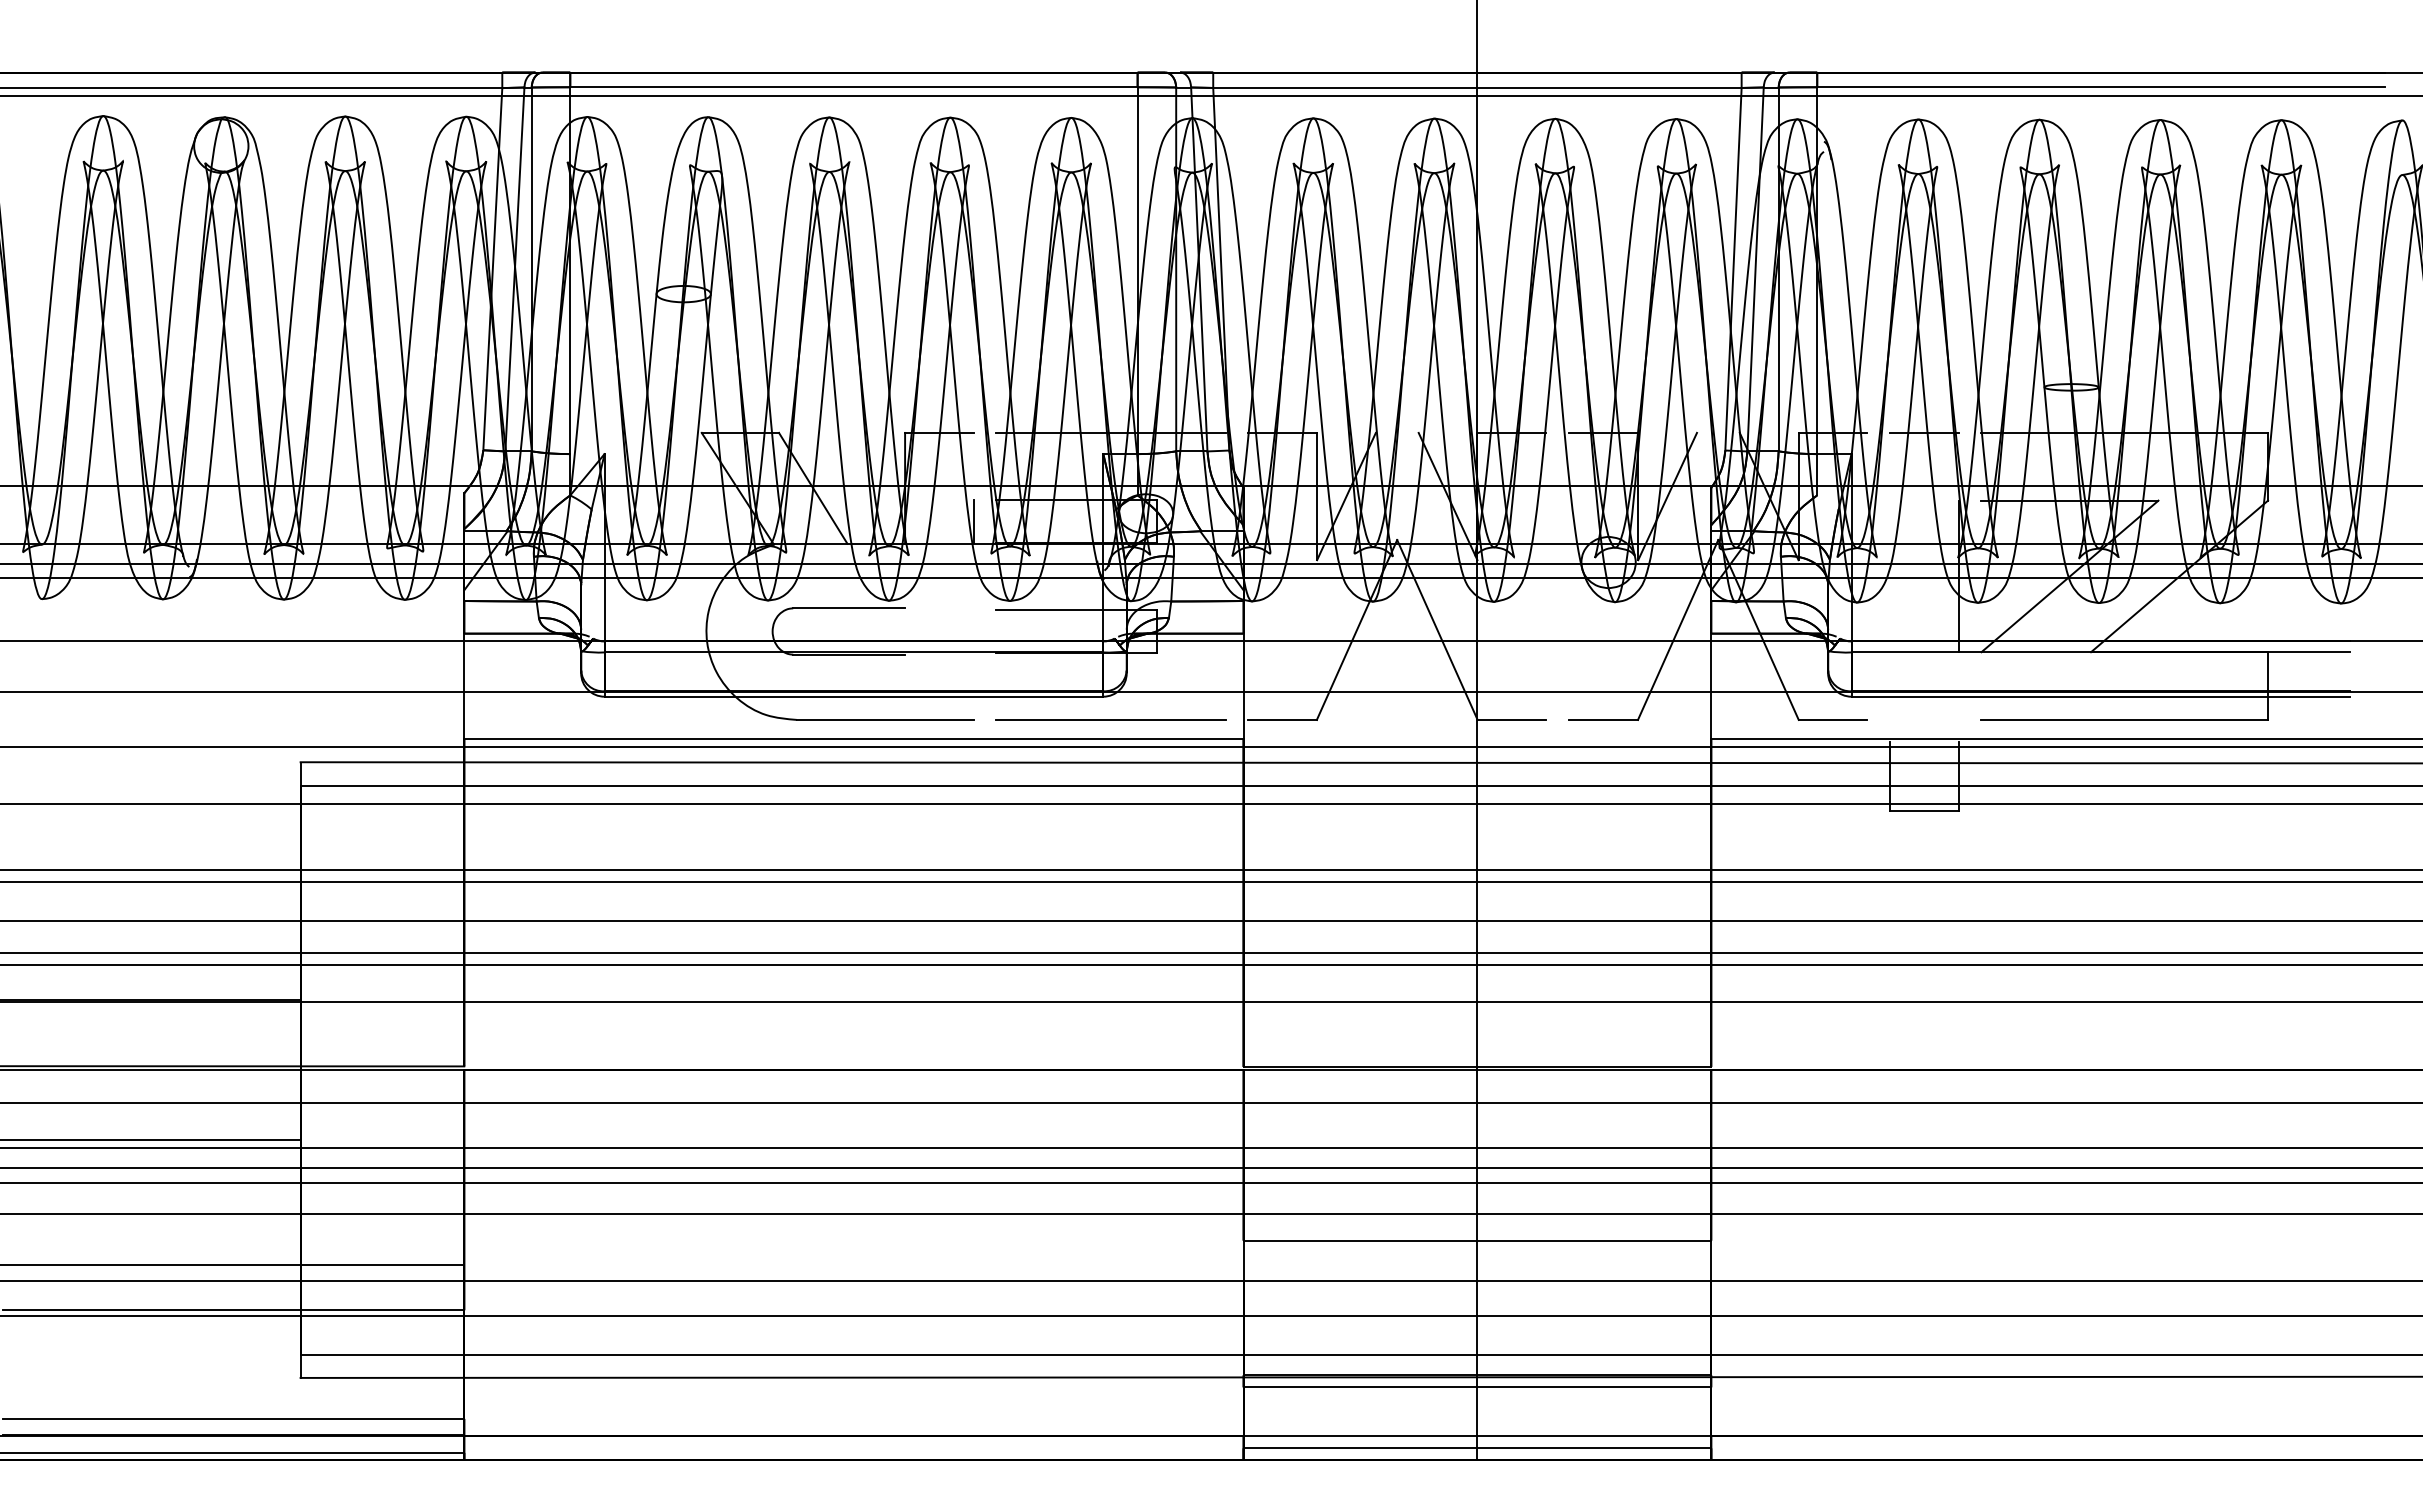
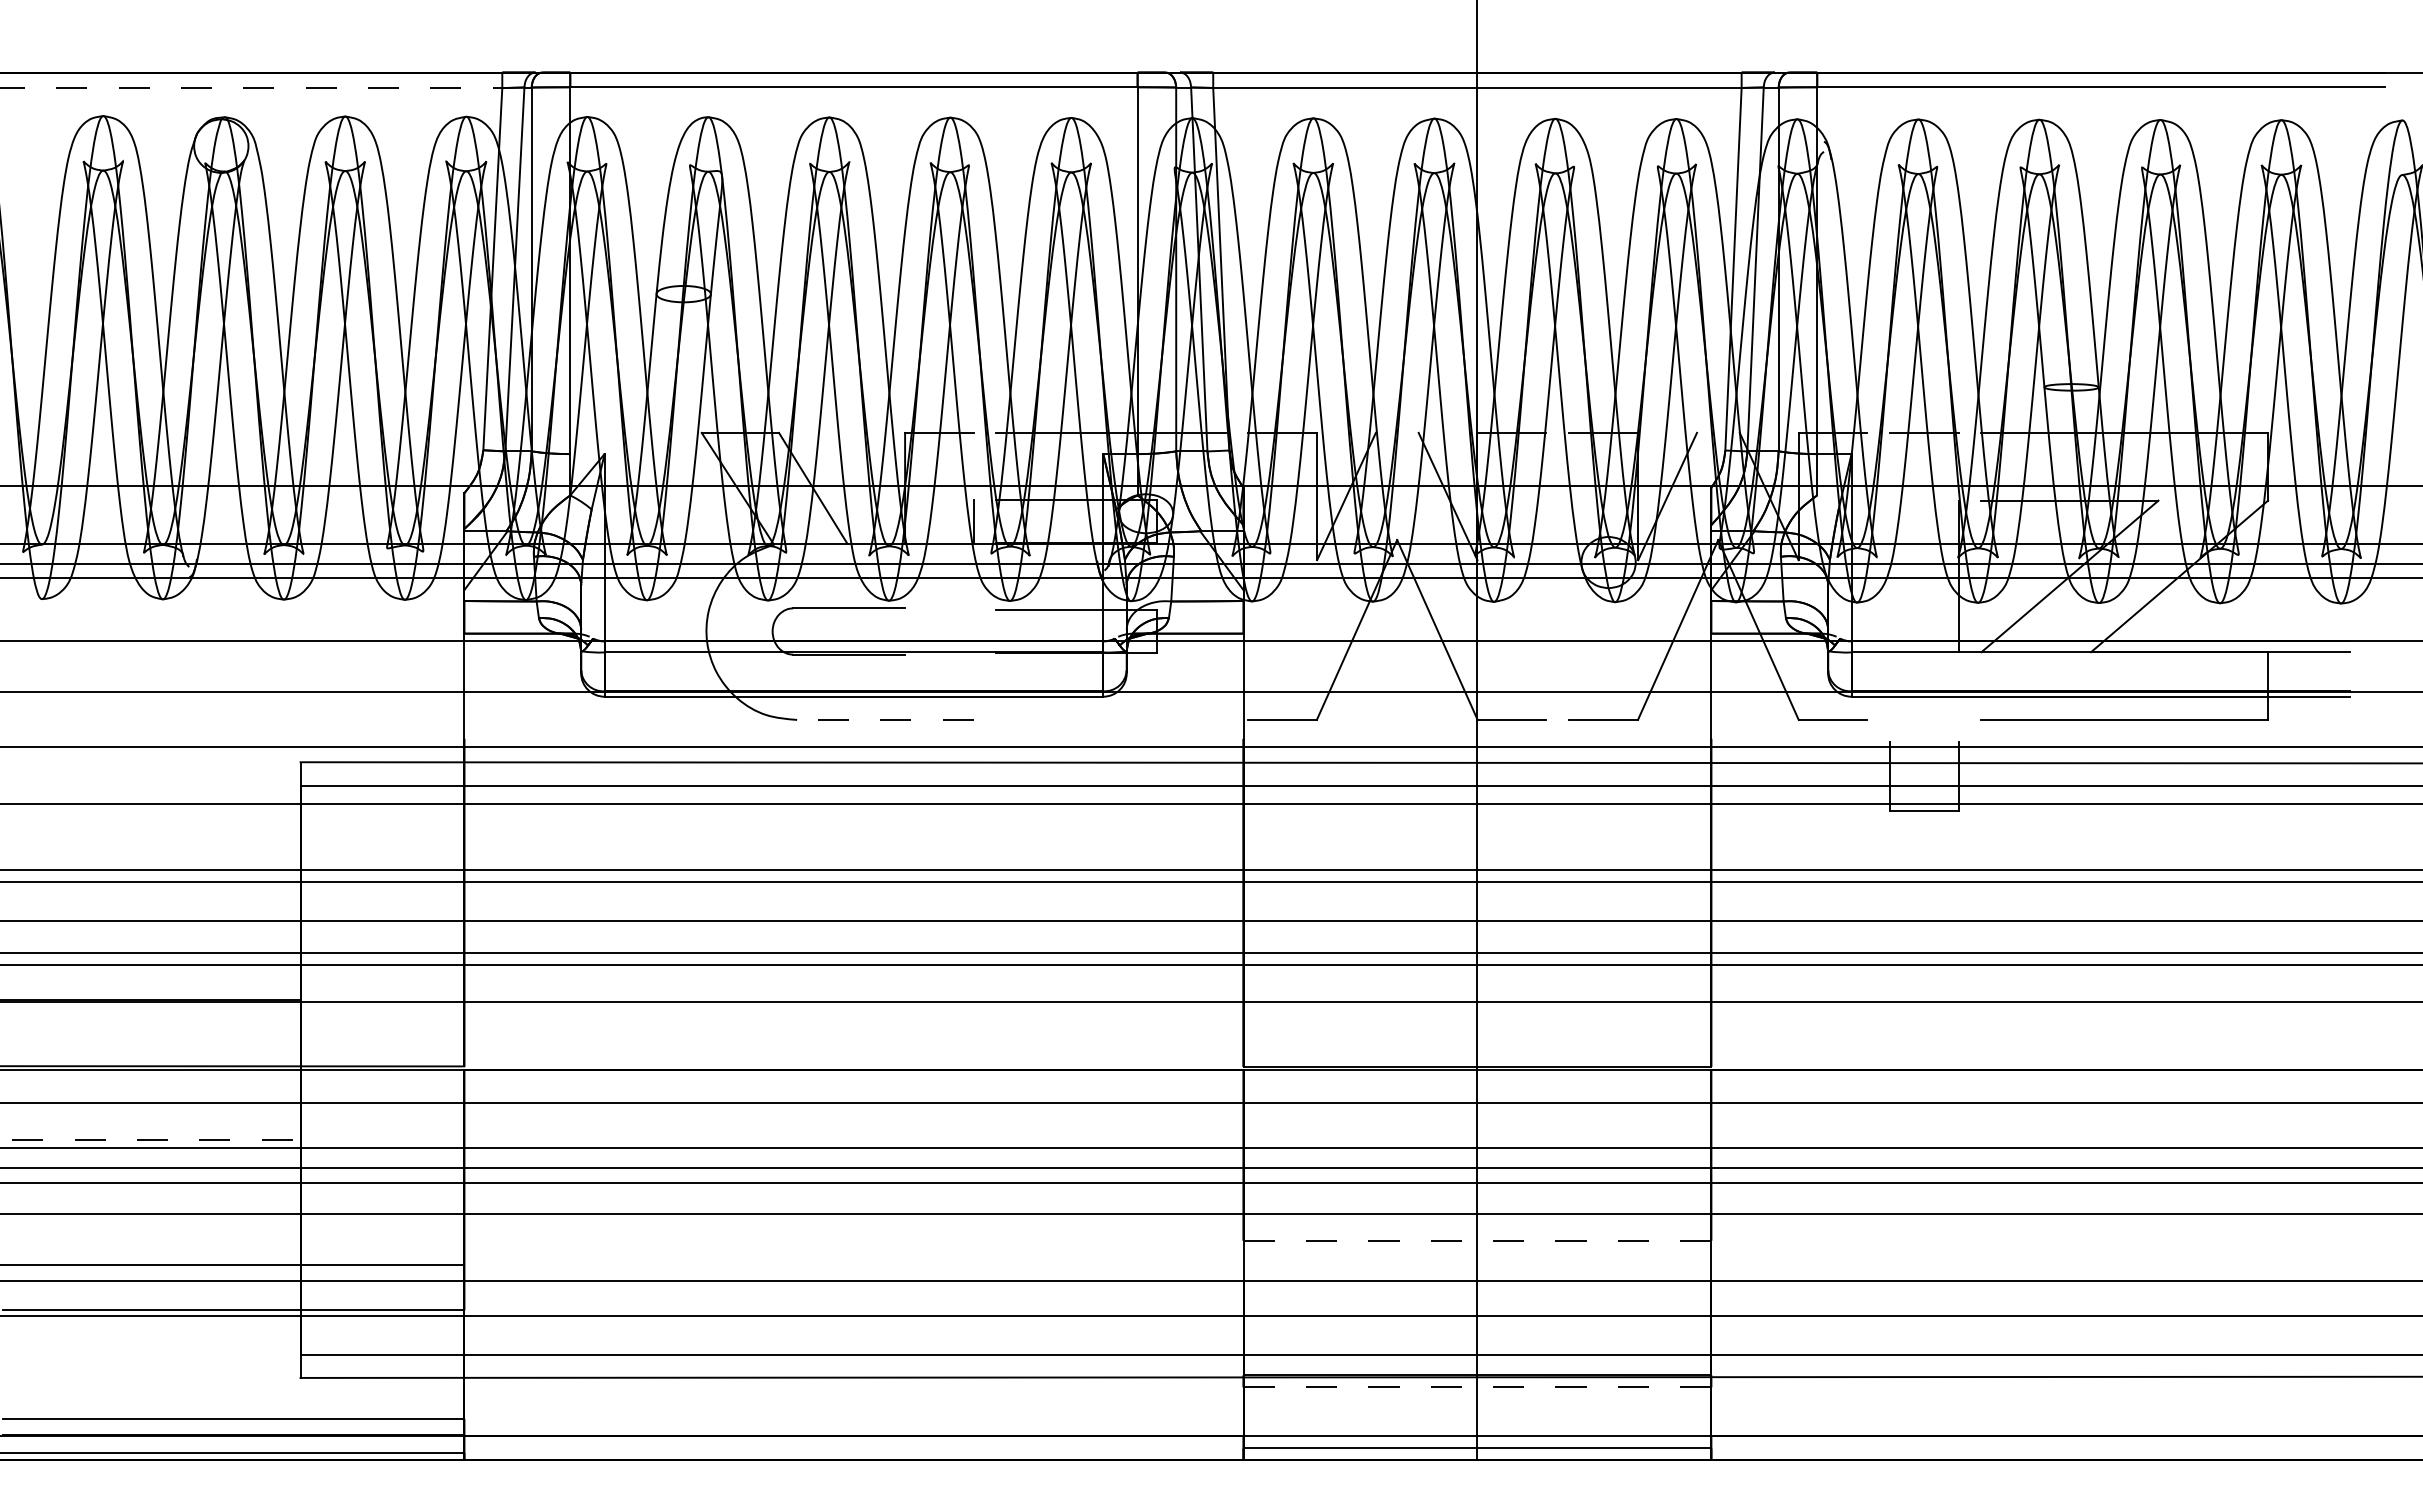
line at (251, 88): solid -> dashed
line at (1210, 95): present -> none
line at (884, 719): solid -> dashed
line at (1110, 719): present -> none
line at (853, 738): present -> none
line at (2065, 738): present -> none
line at (150, 1140): solid -> dashed
line at (1477, 1240): solid -> dashed
line at (1477, 1387): solid -> dashed
